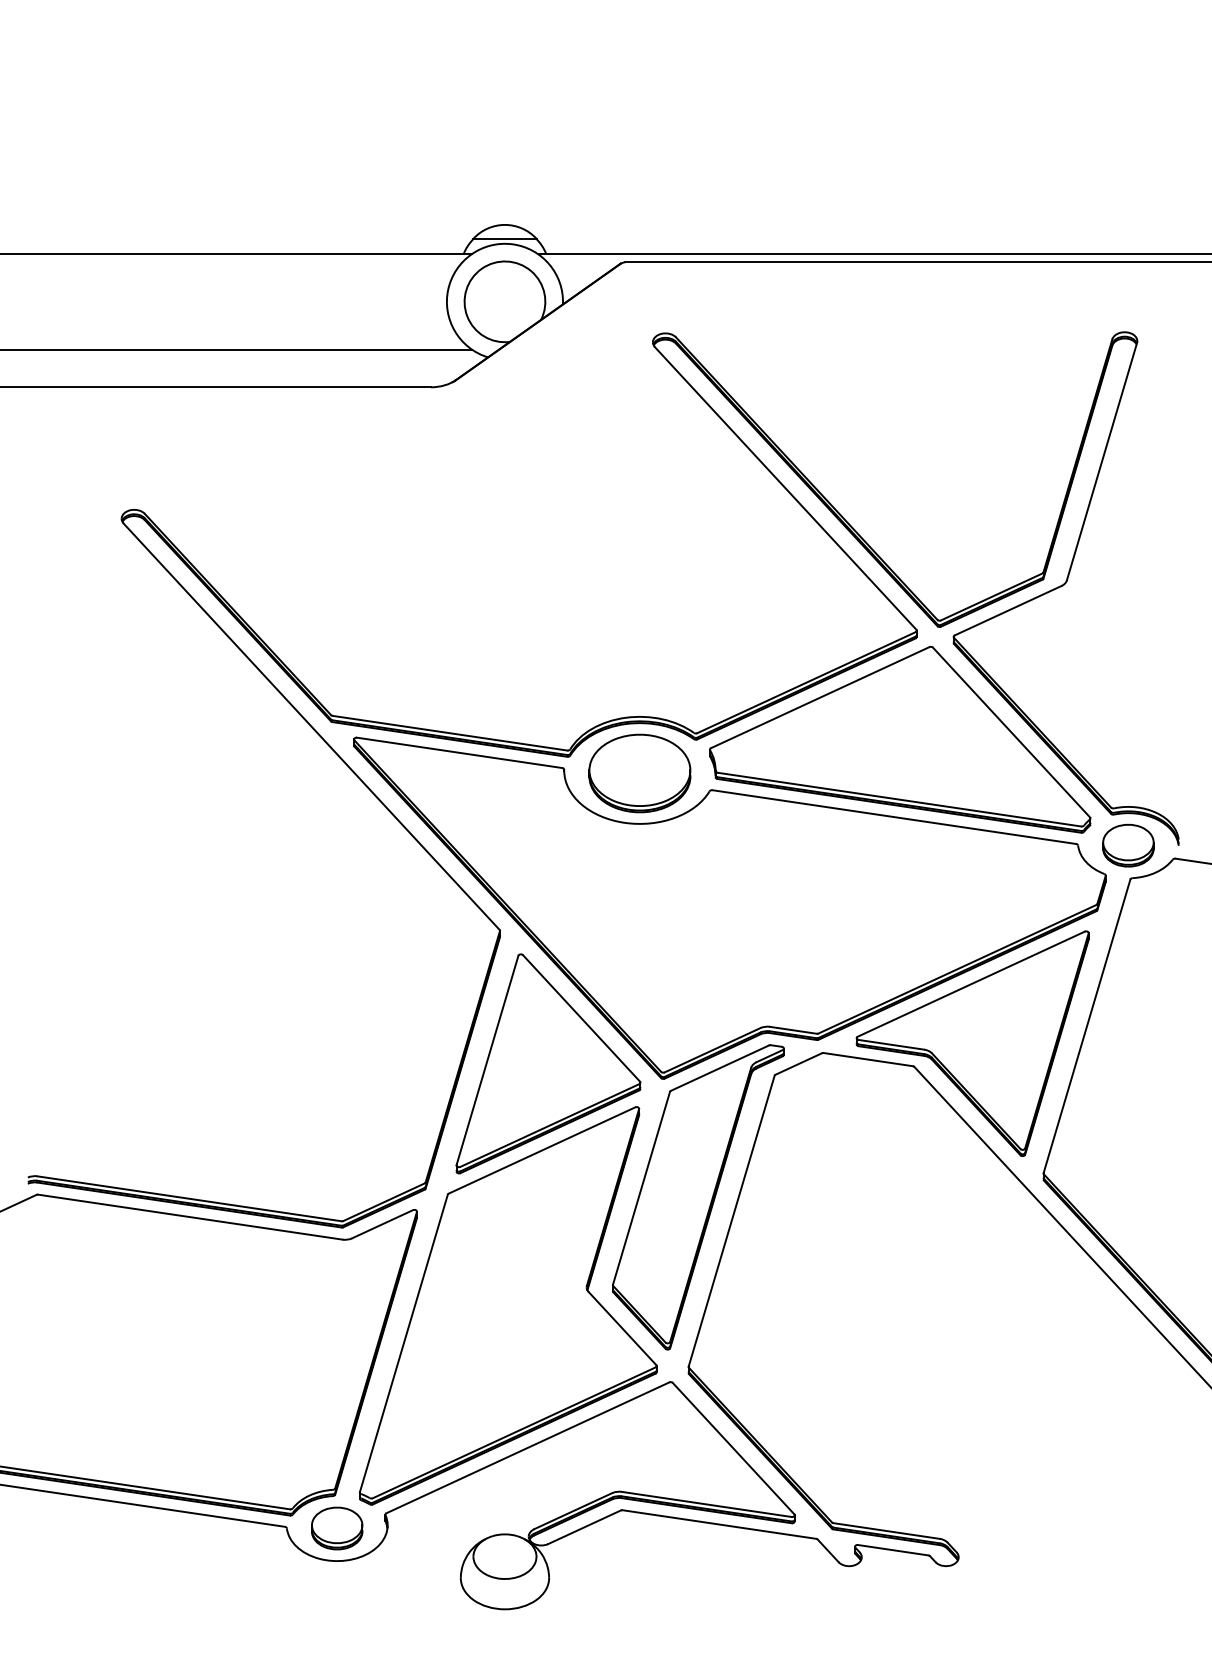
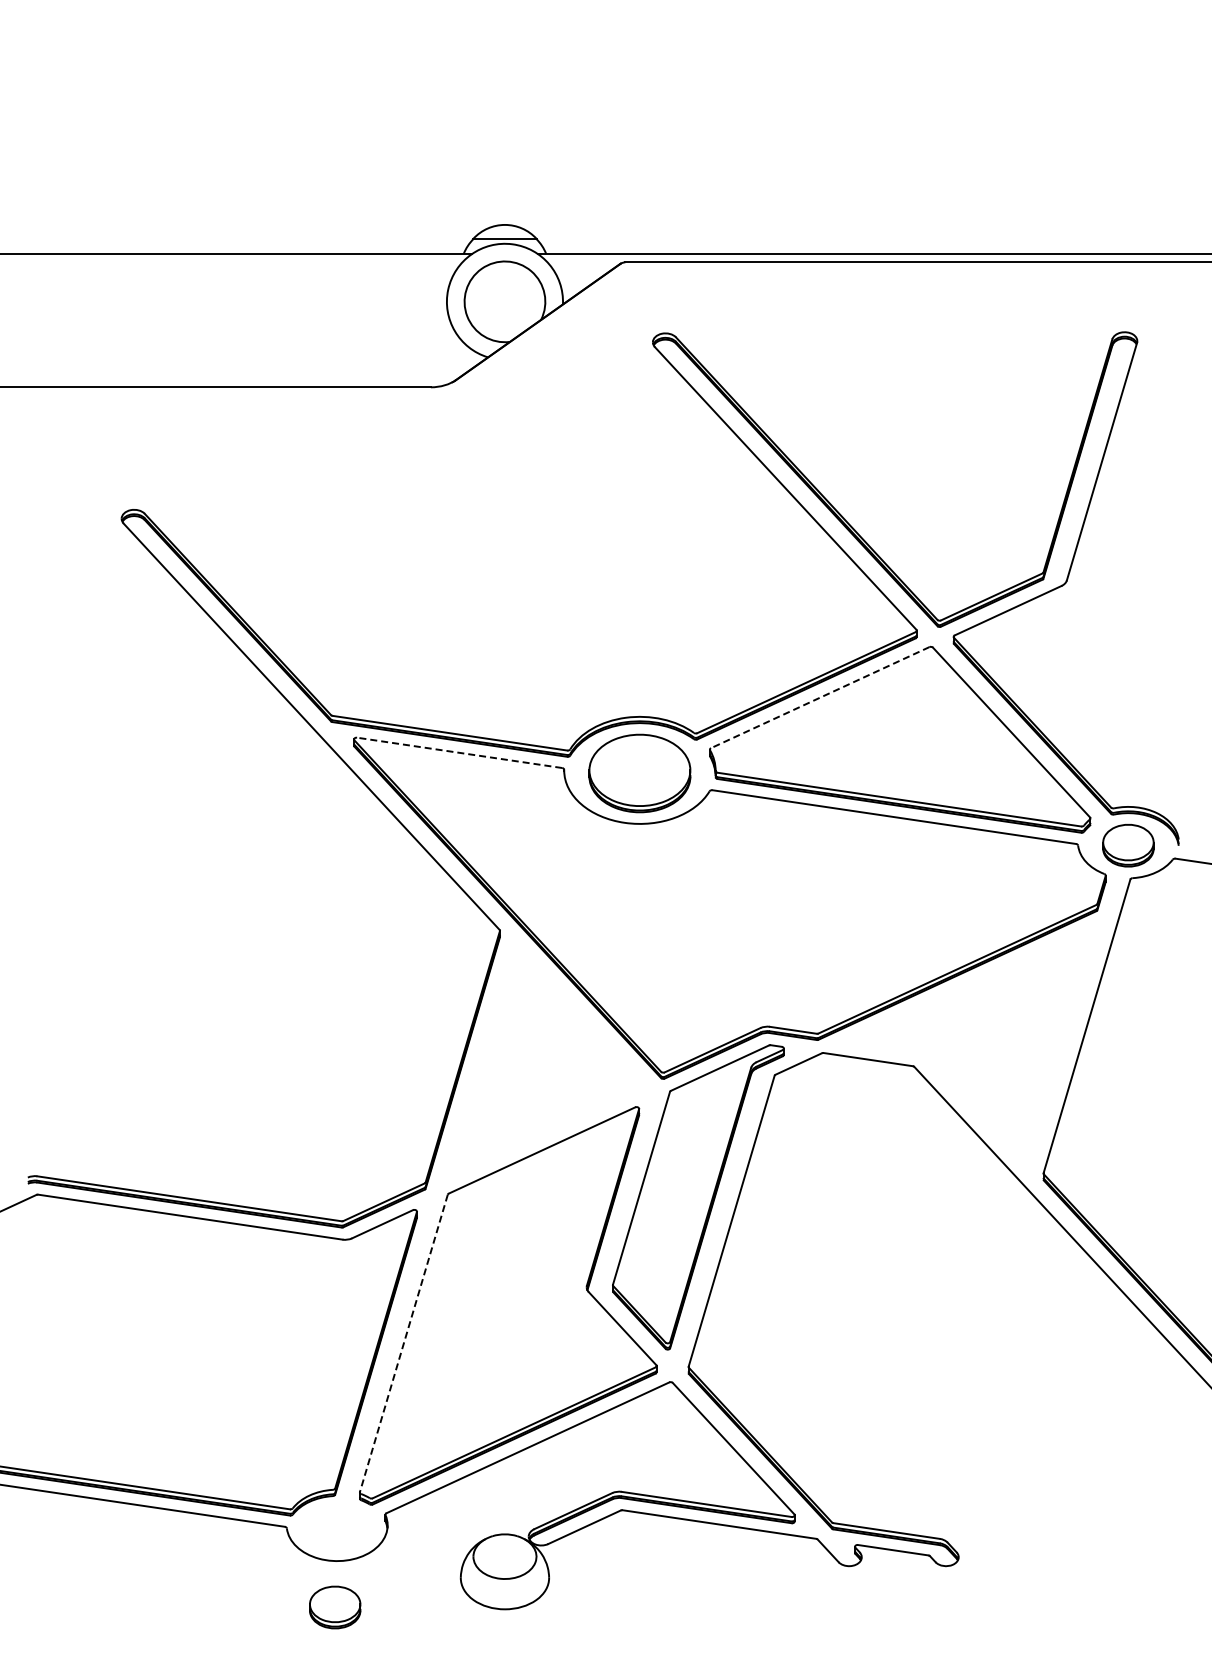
line at (237, 349): present -> none
line at (819, 697): solid -> dashed
line at (459, 752): solid -> dashed
part at (972, 1043): present -> none
part at (548, 1063): present -> none
line at (403, 1343): solid -> dashed
part at (337, 1528) position: (337, 1528) -> (335, 1607)
